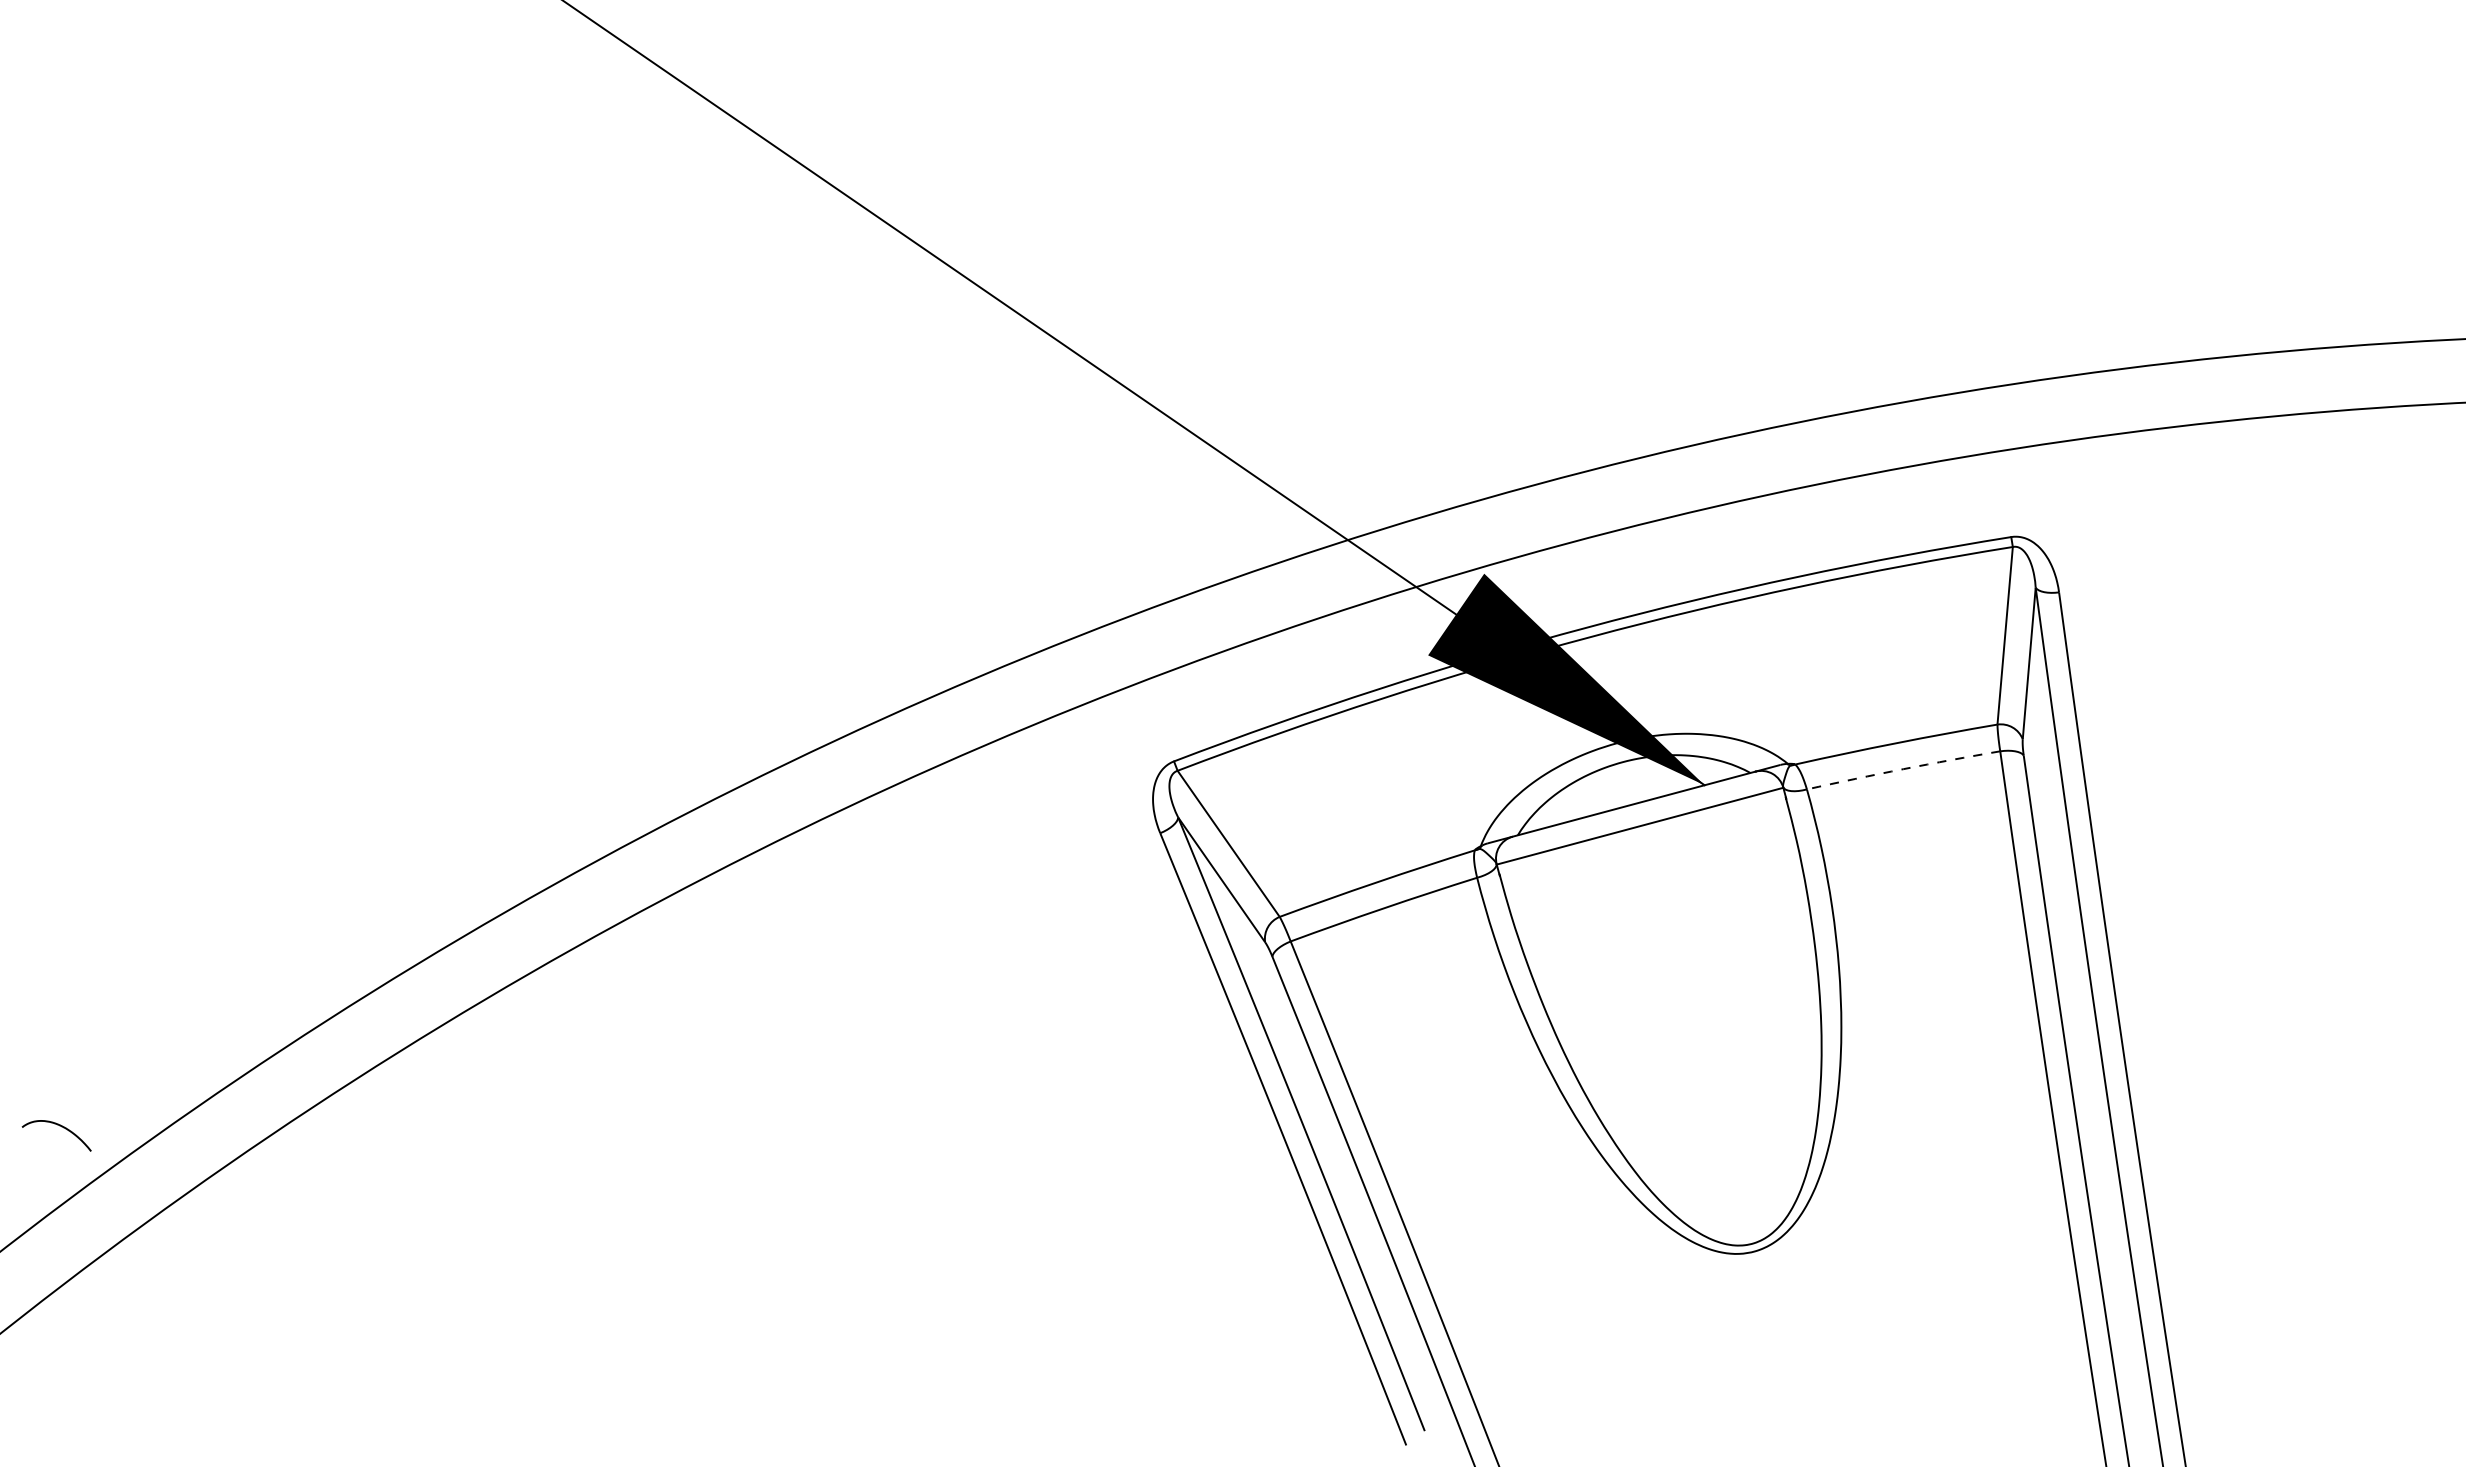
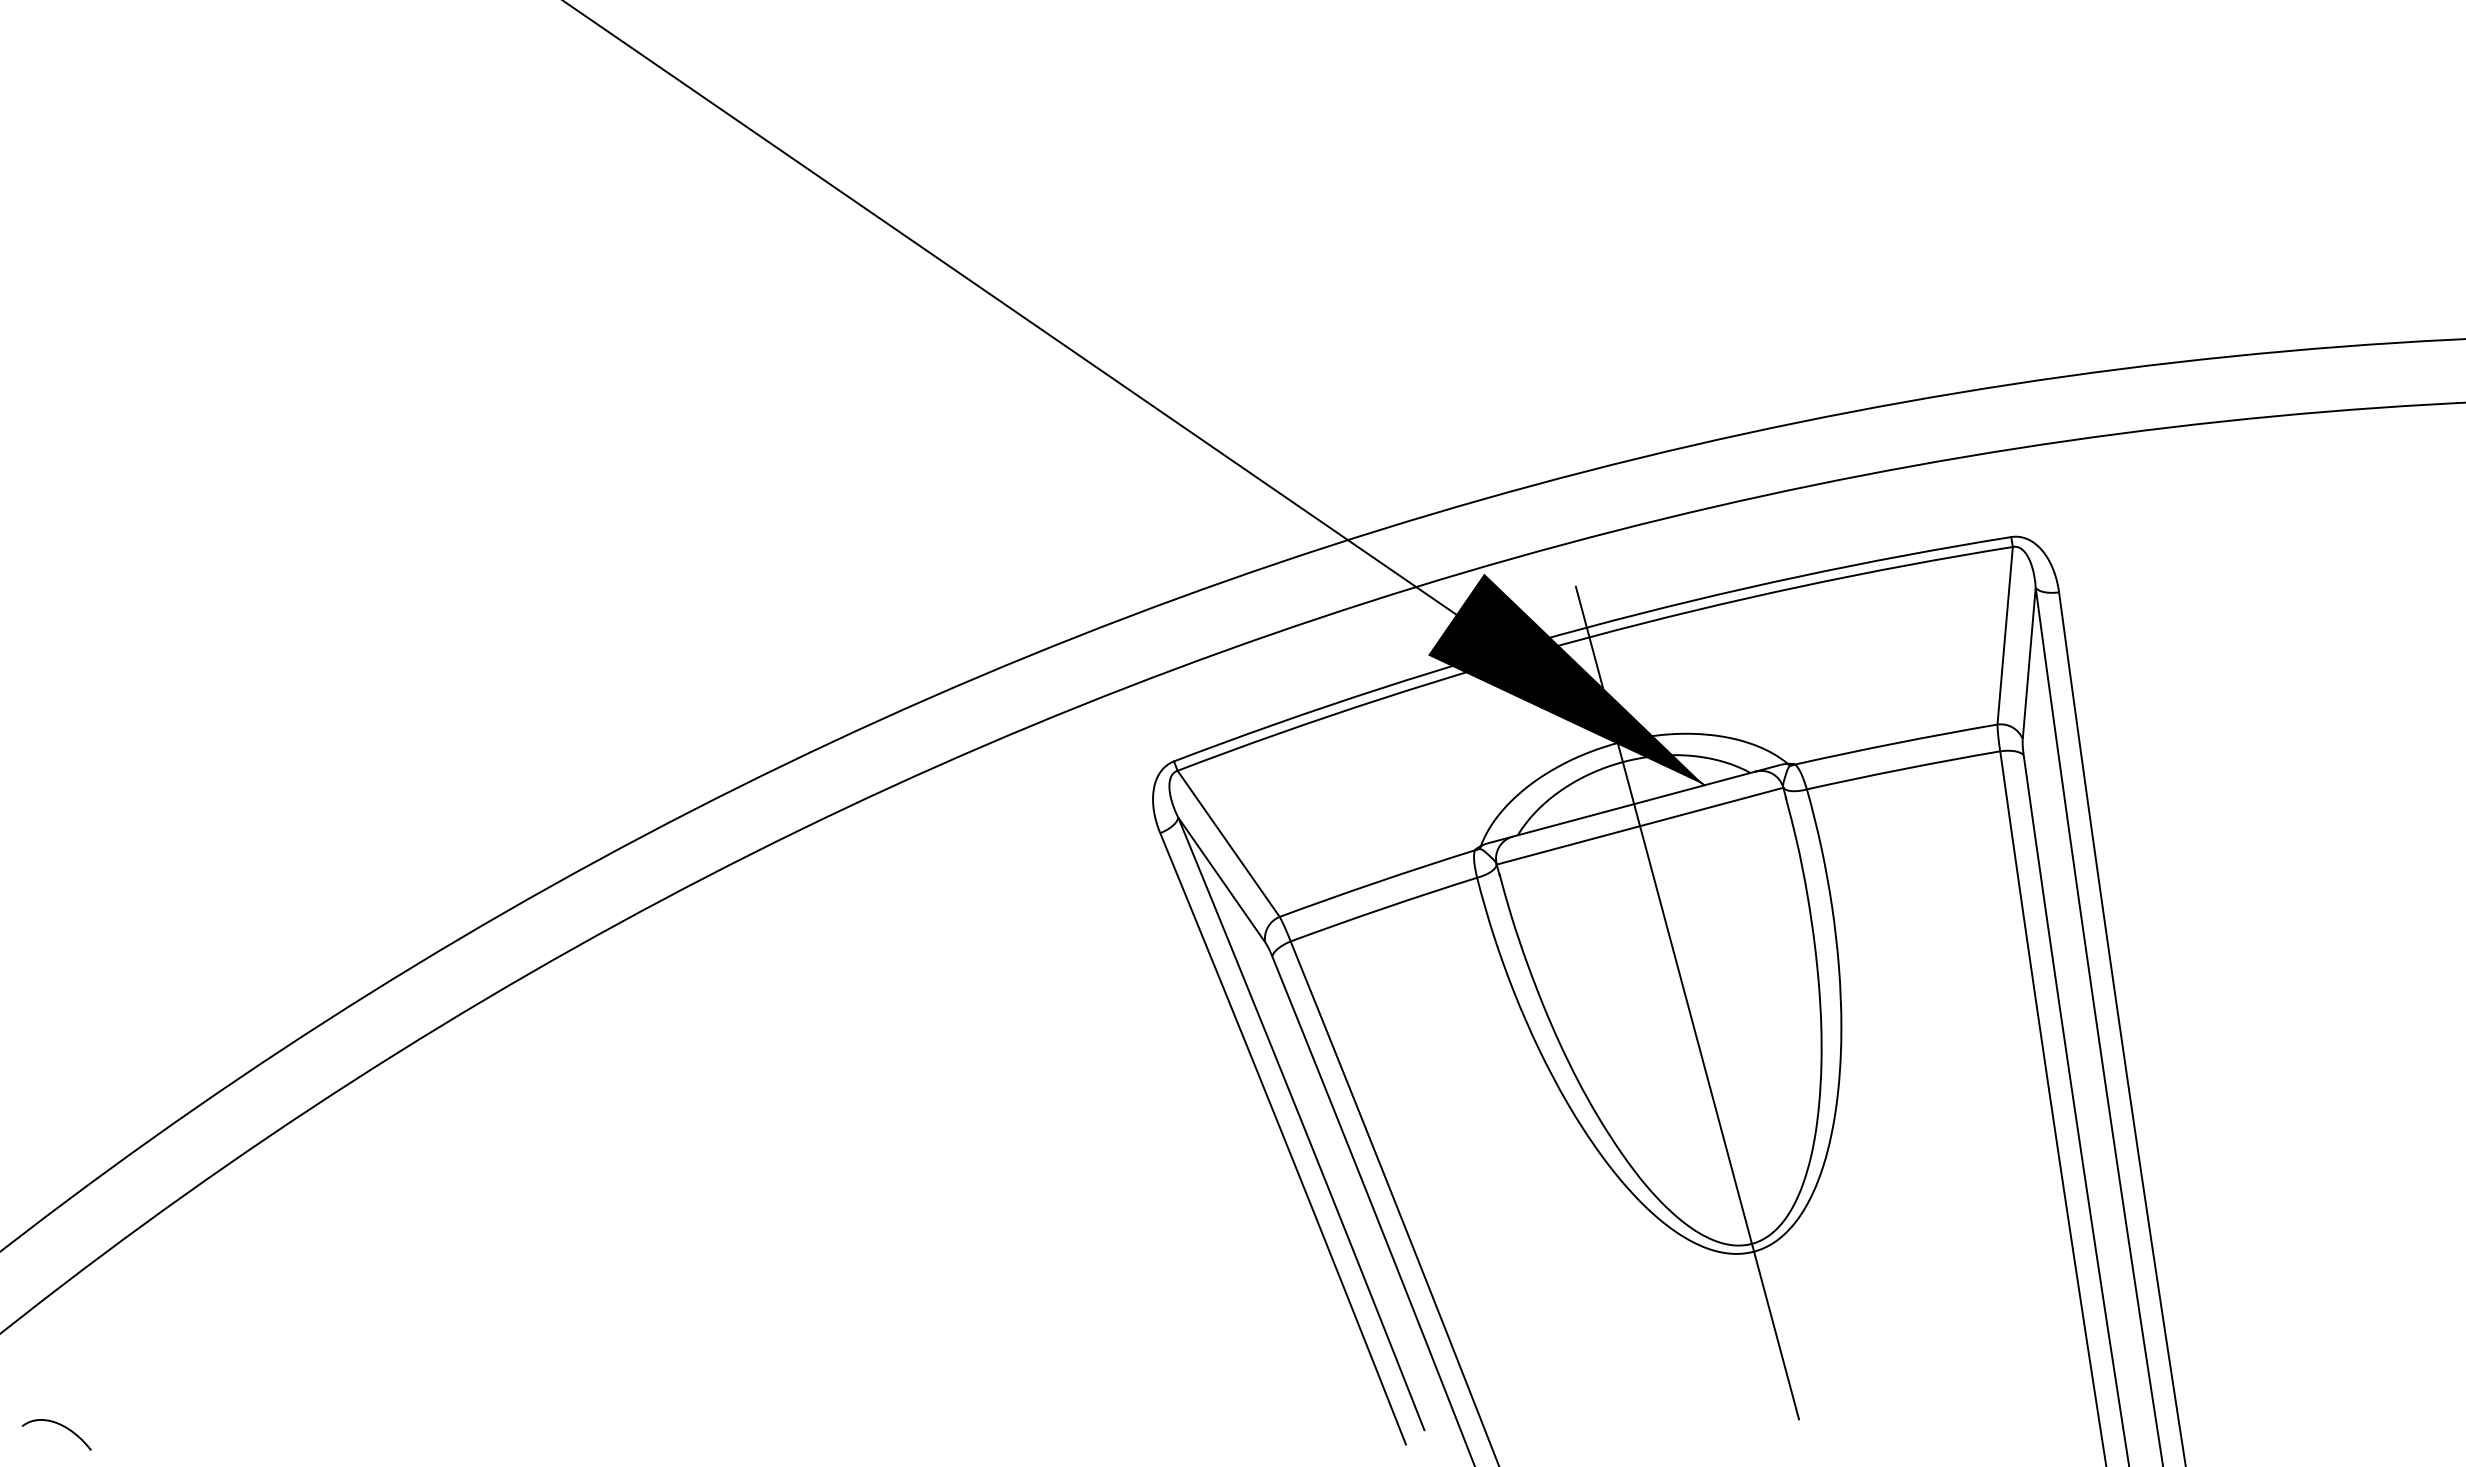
arc at (1903, 769): dashed -> solid
line at (1687, 1002): none -> present
curve at (61, 1127) position: (61, 1127) -> (61, 1426)
